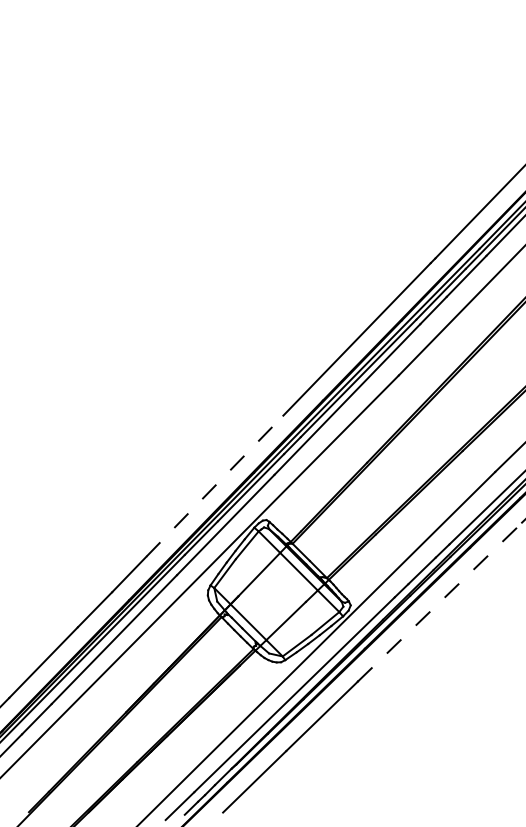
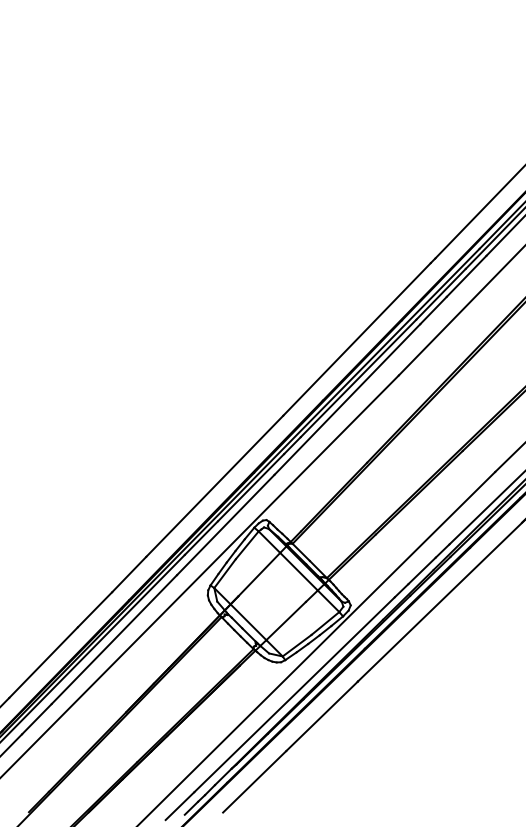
line at (215, 485): dashed -> solid
line at (442, 600): dashed -> solid
